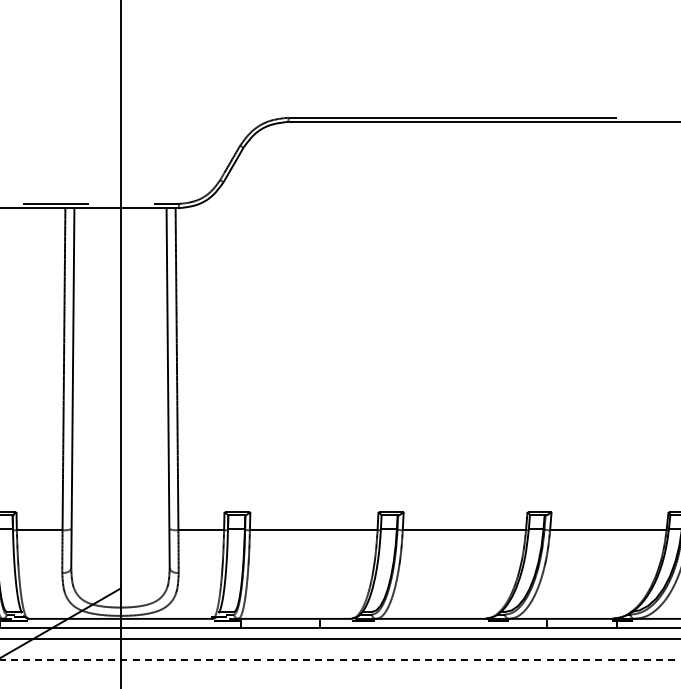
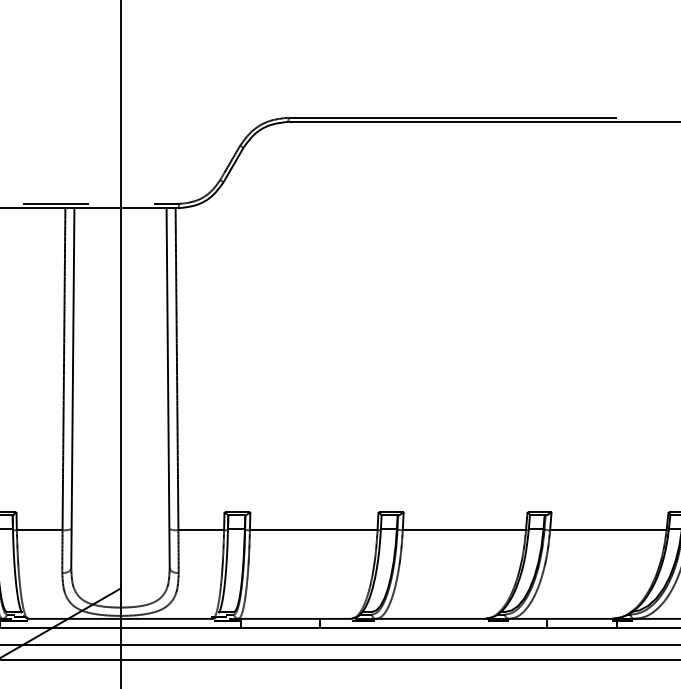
line at (339, 638) position: (339, 638) -> (339, 644)
line at (340, 659): dashed -> solid
